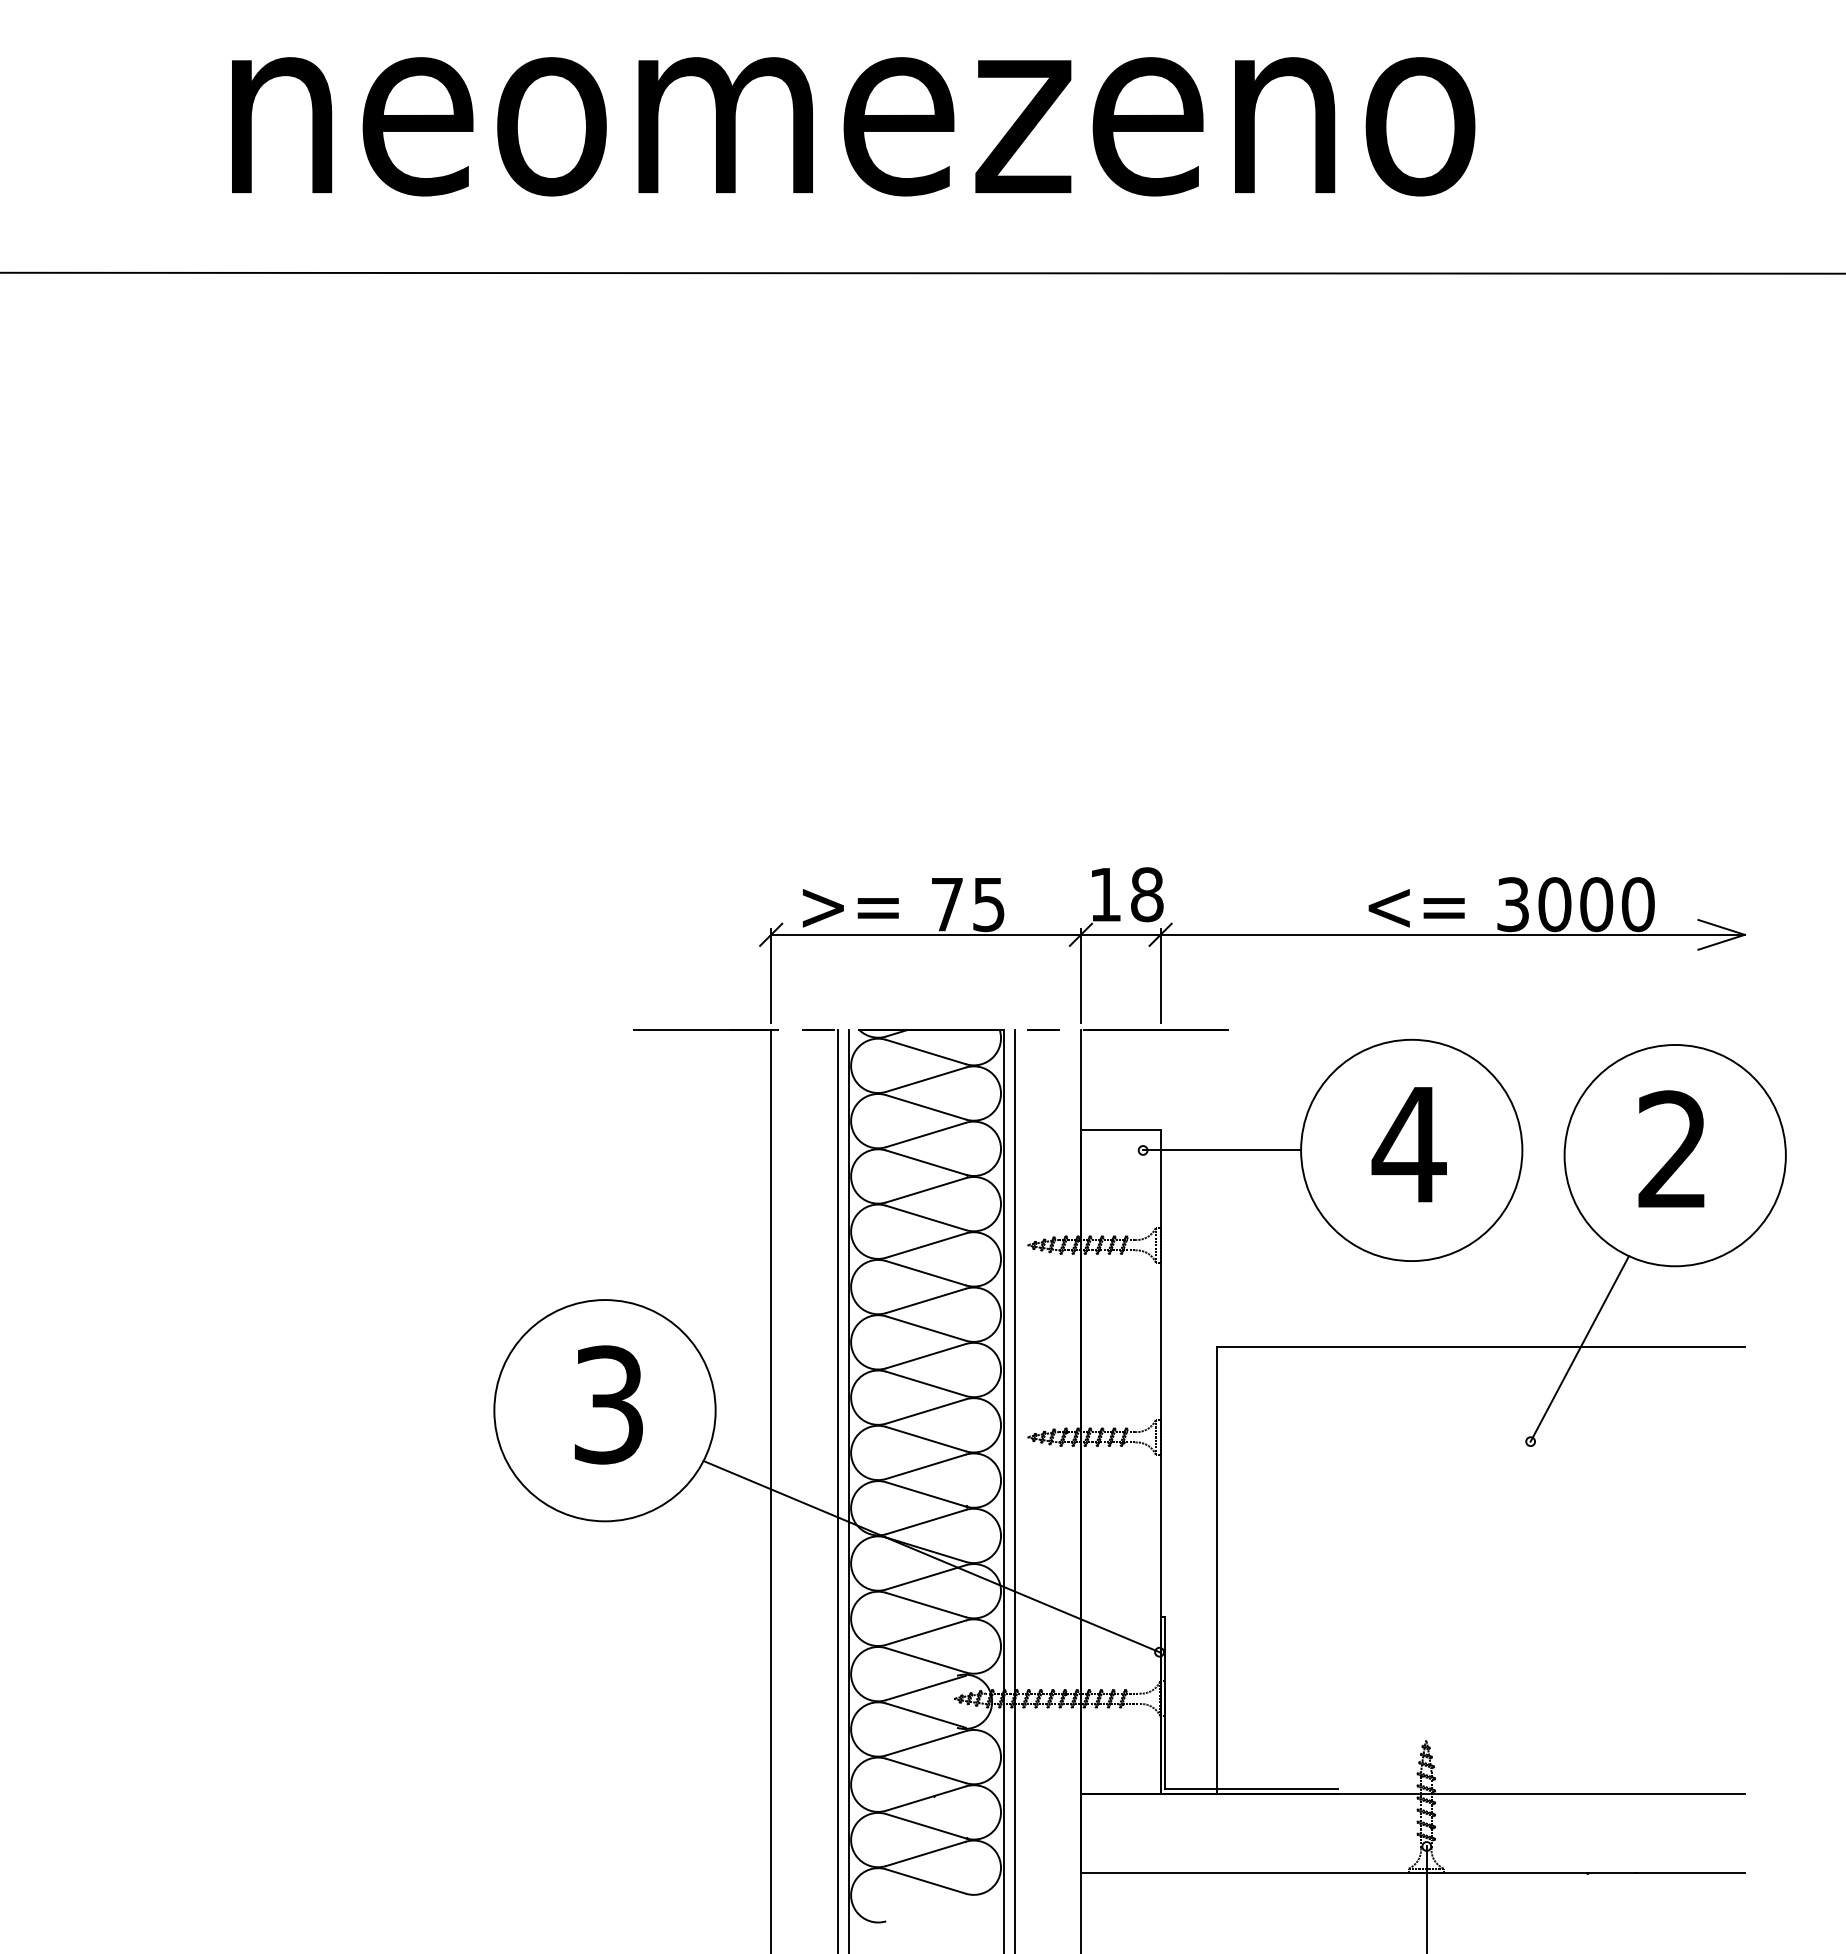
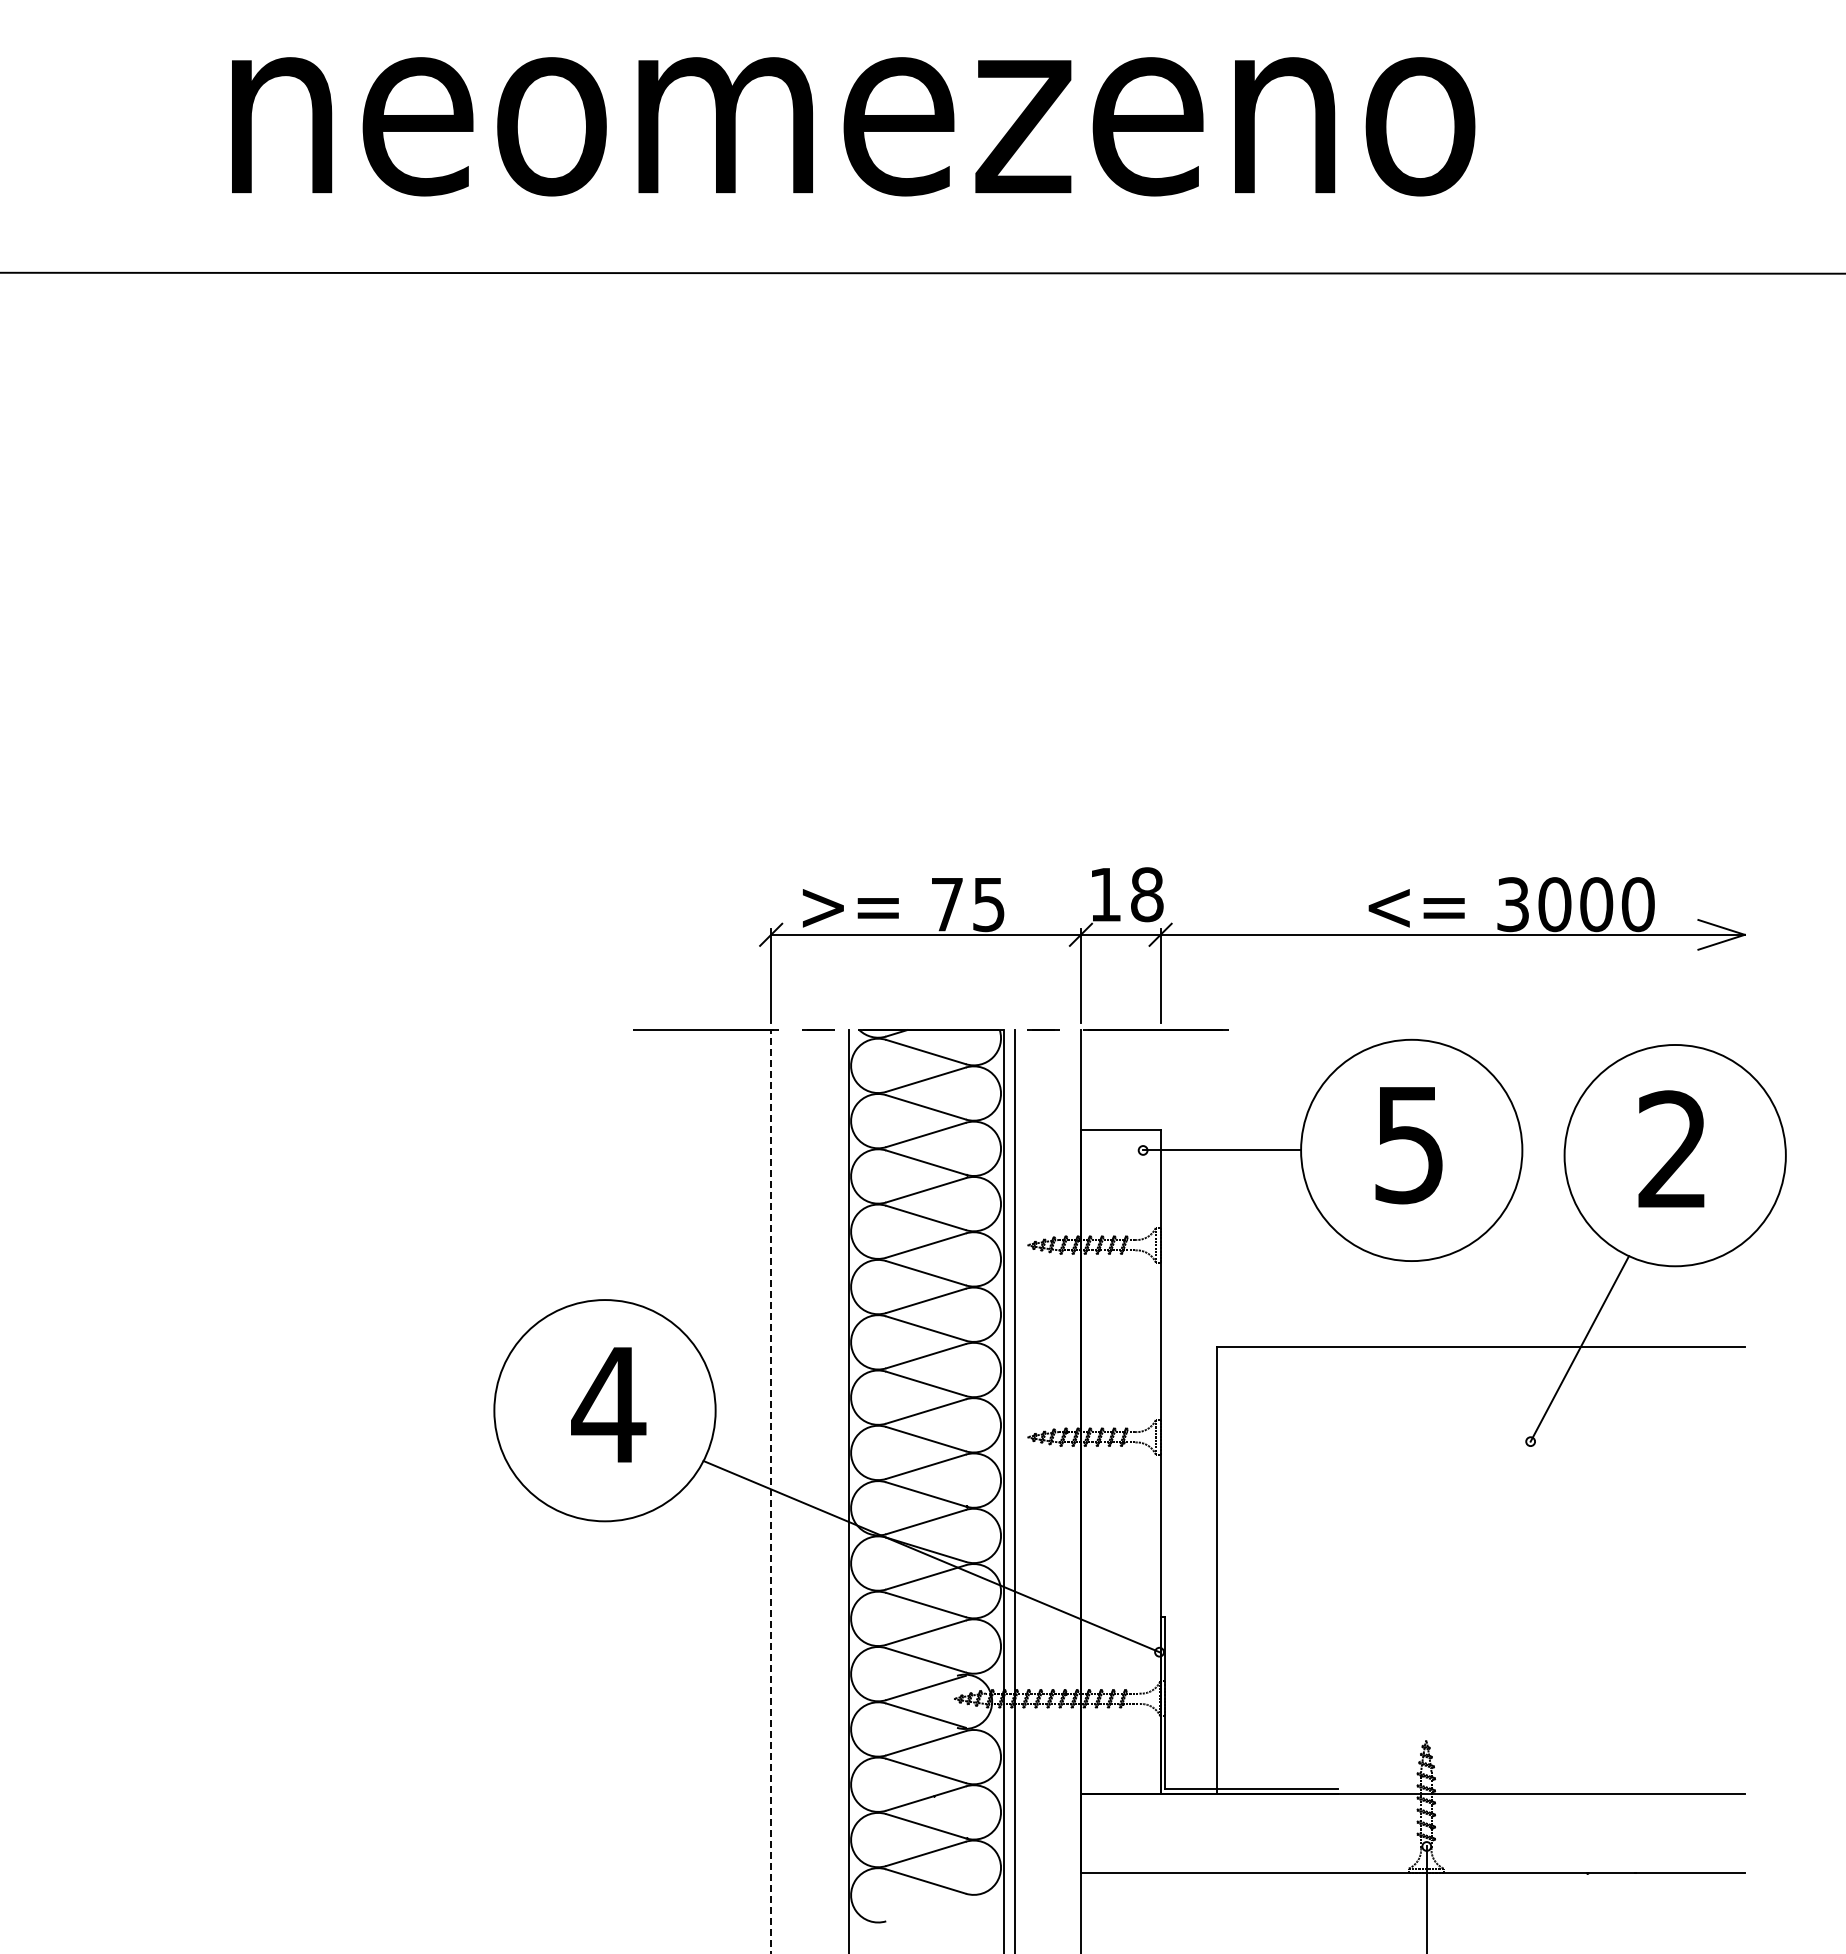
text at (1408, 1145): 4 -> 5
text at (608, 1404): 3 -> 4
line at (837, 1490): present -> none
line at (771, 1491): solid -> dashed
